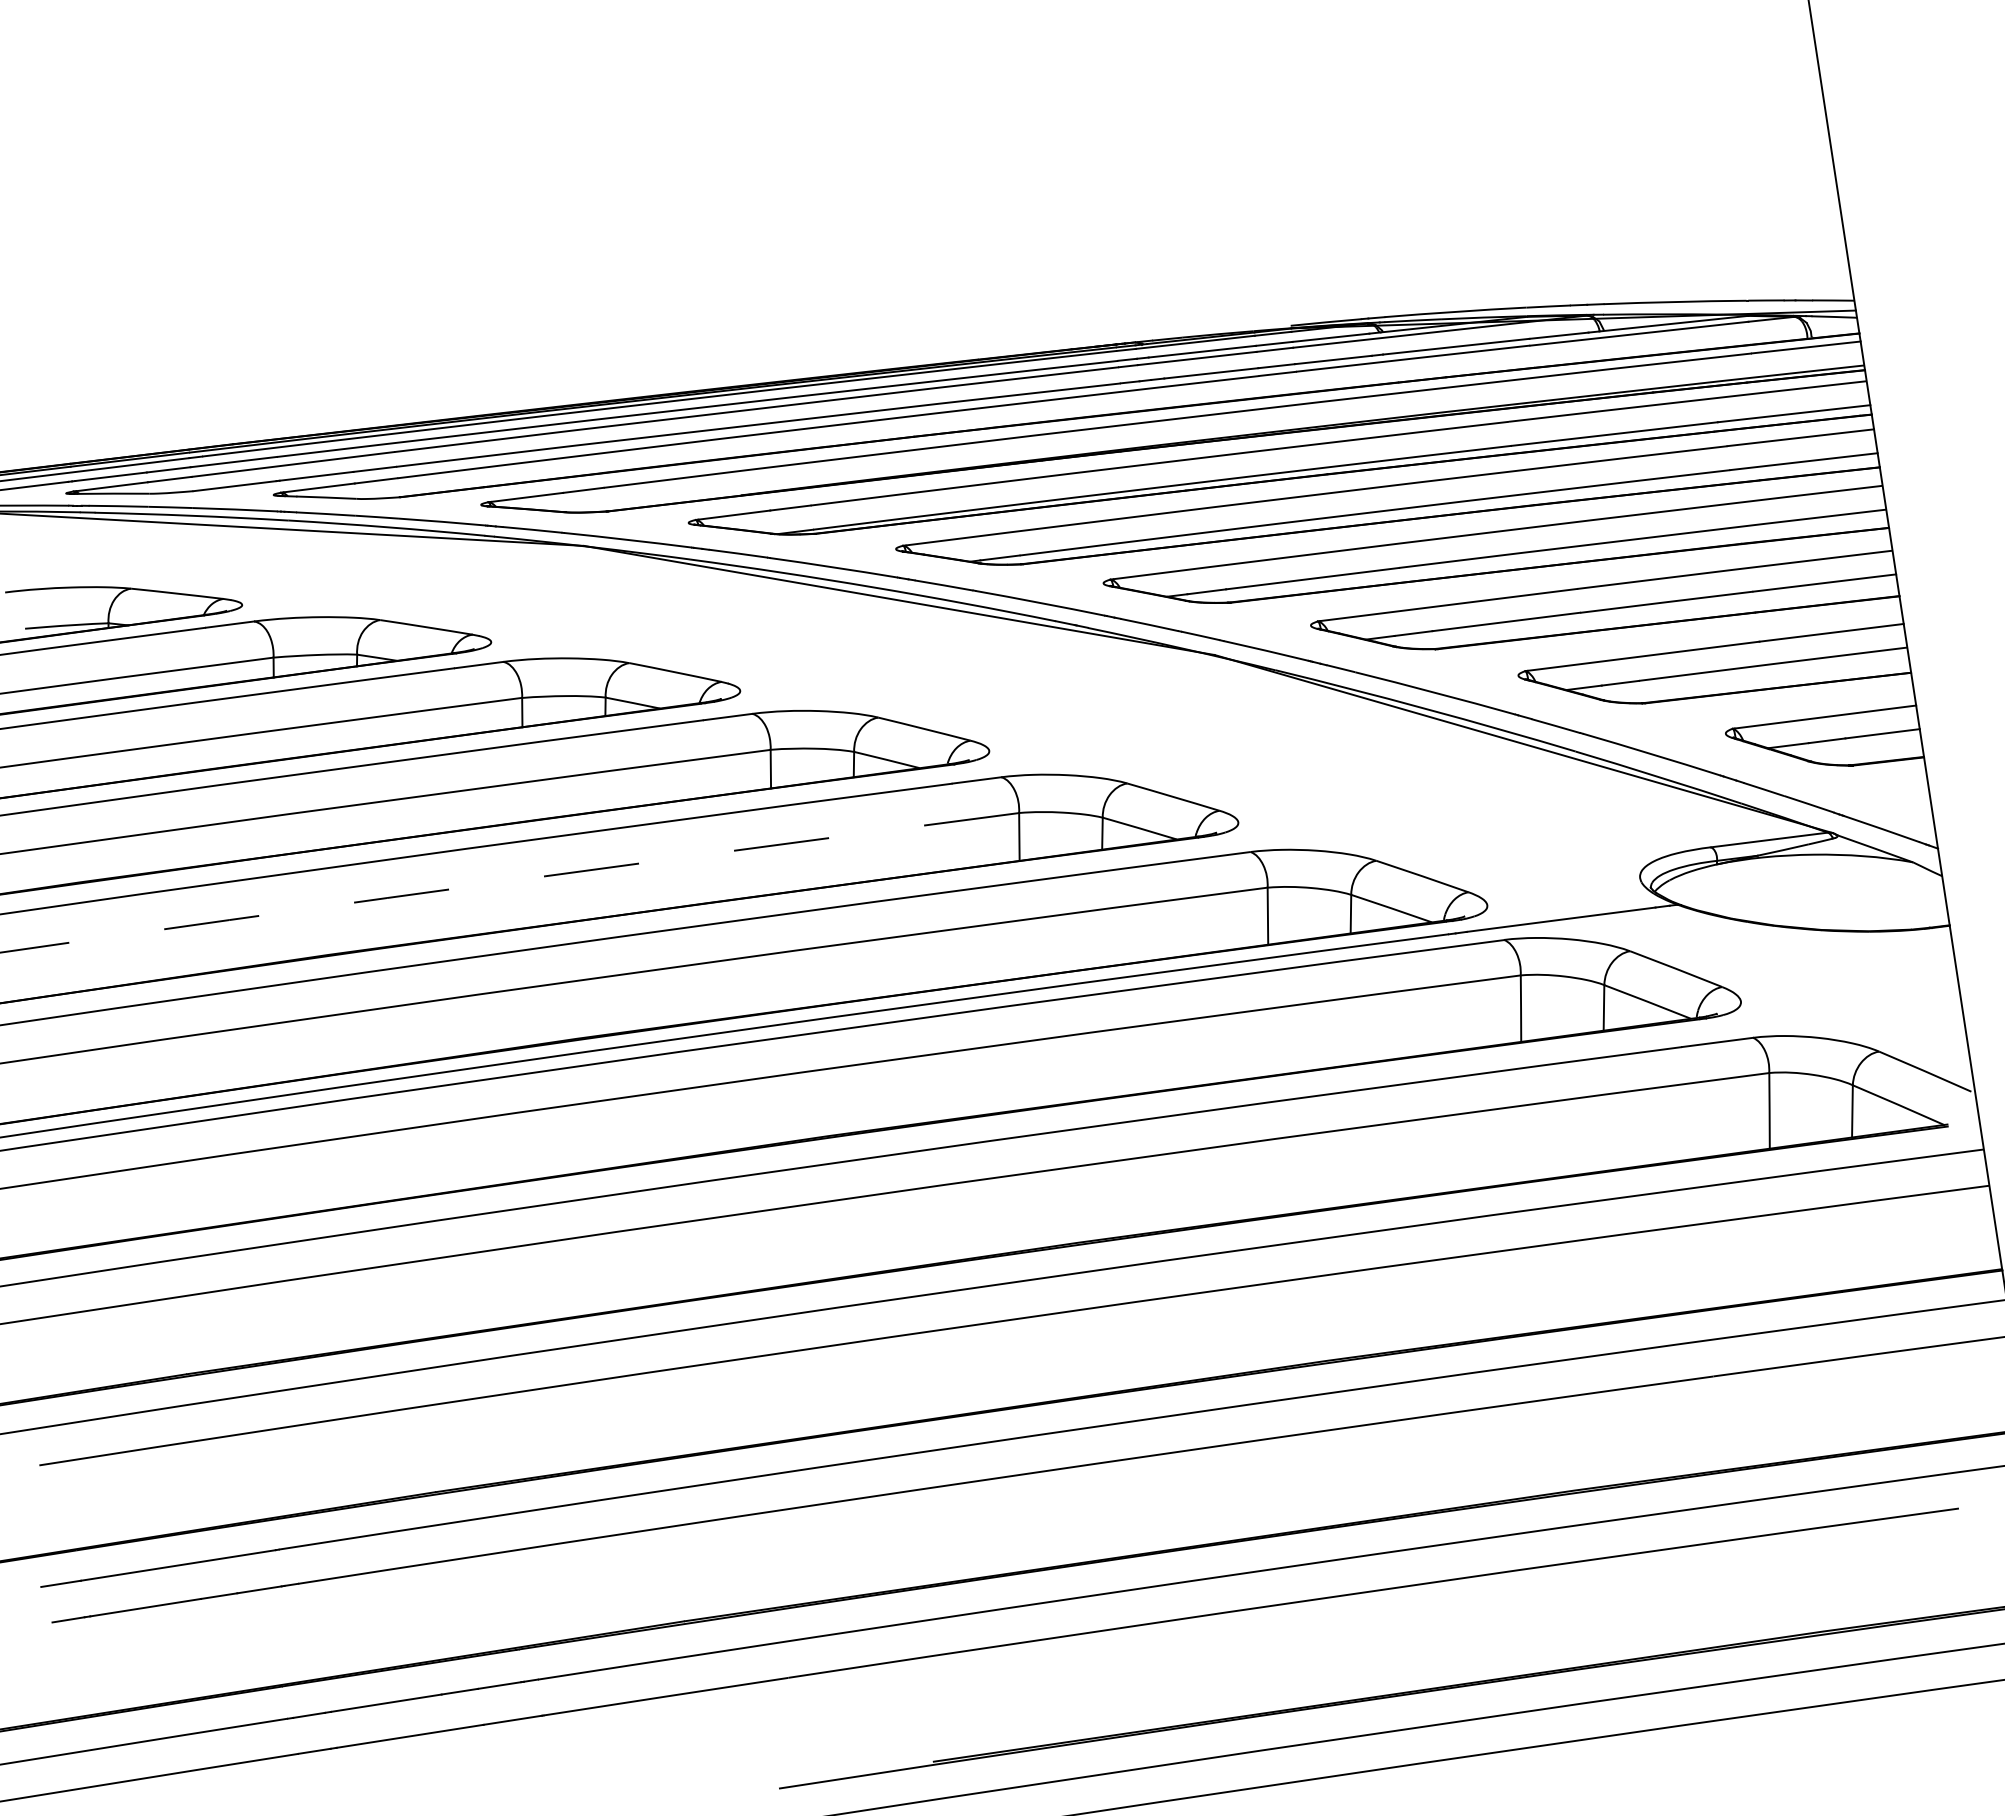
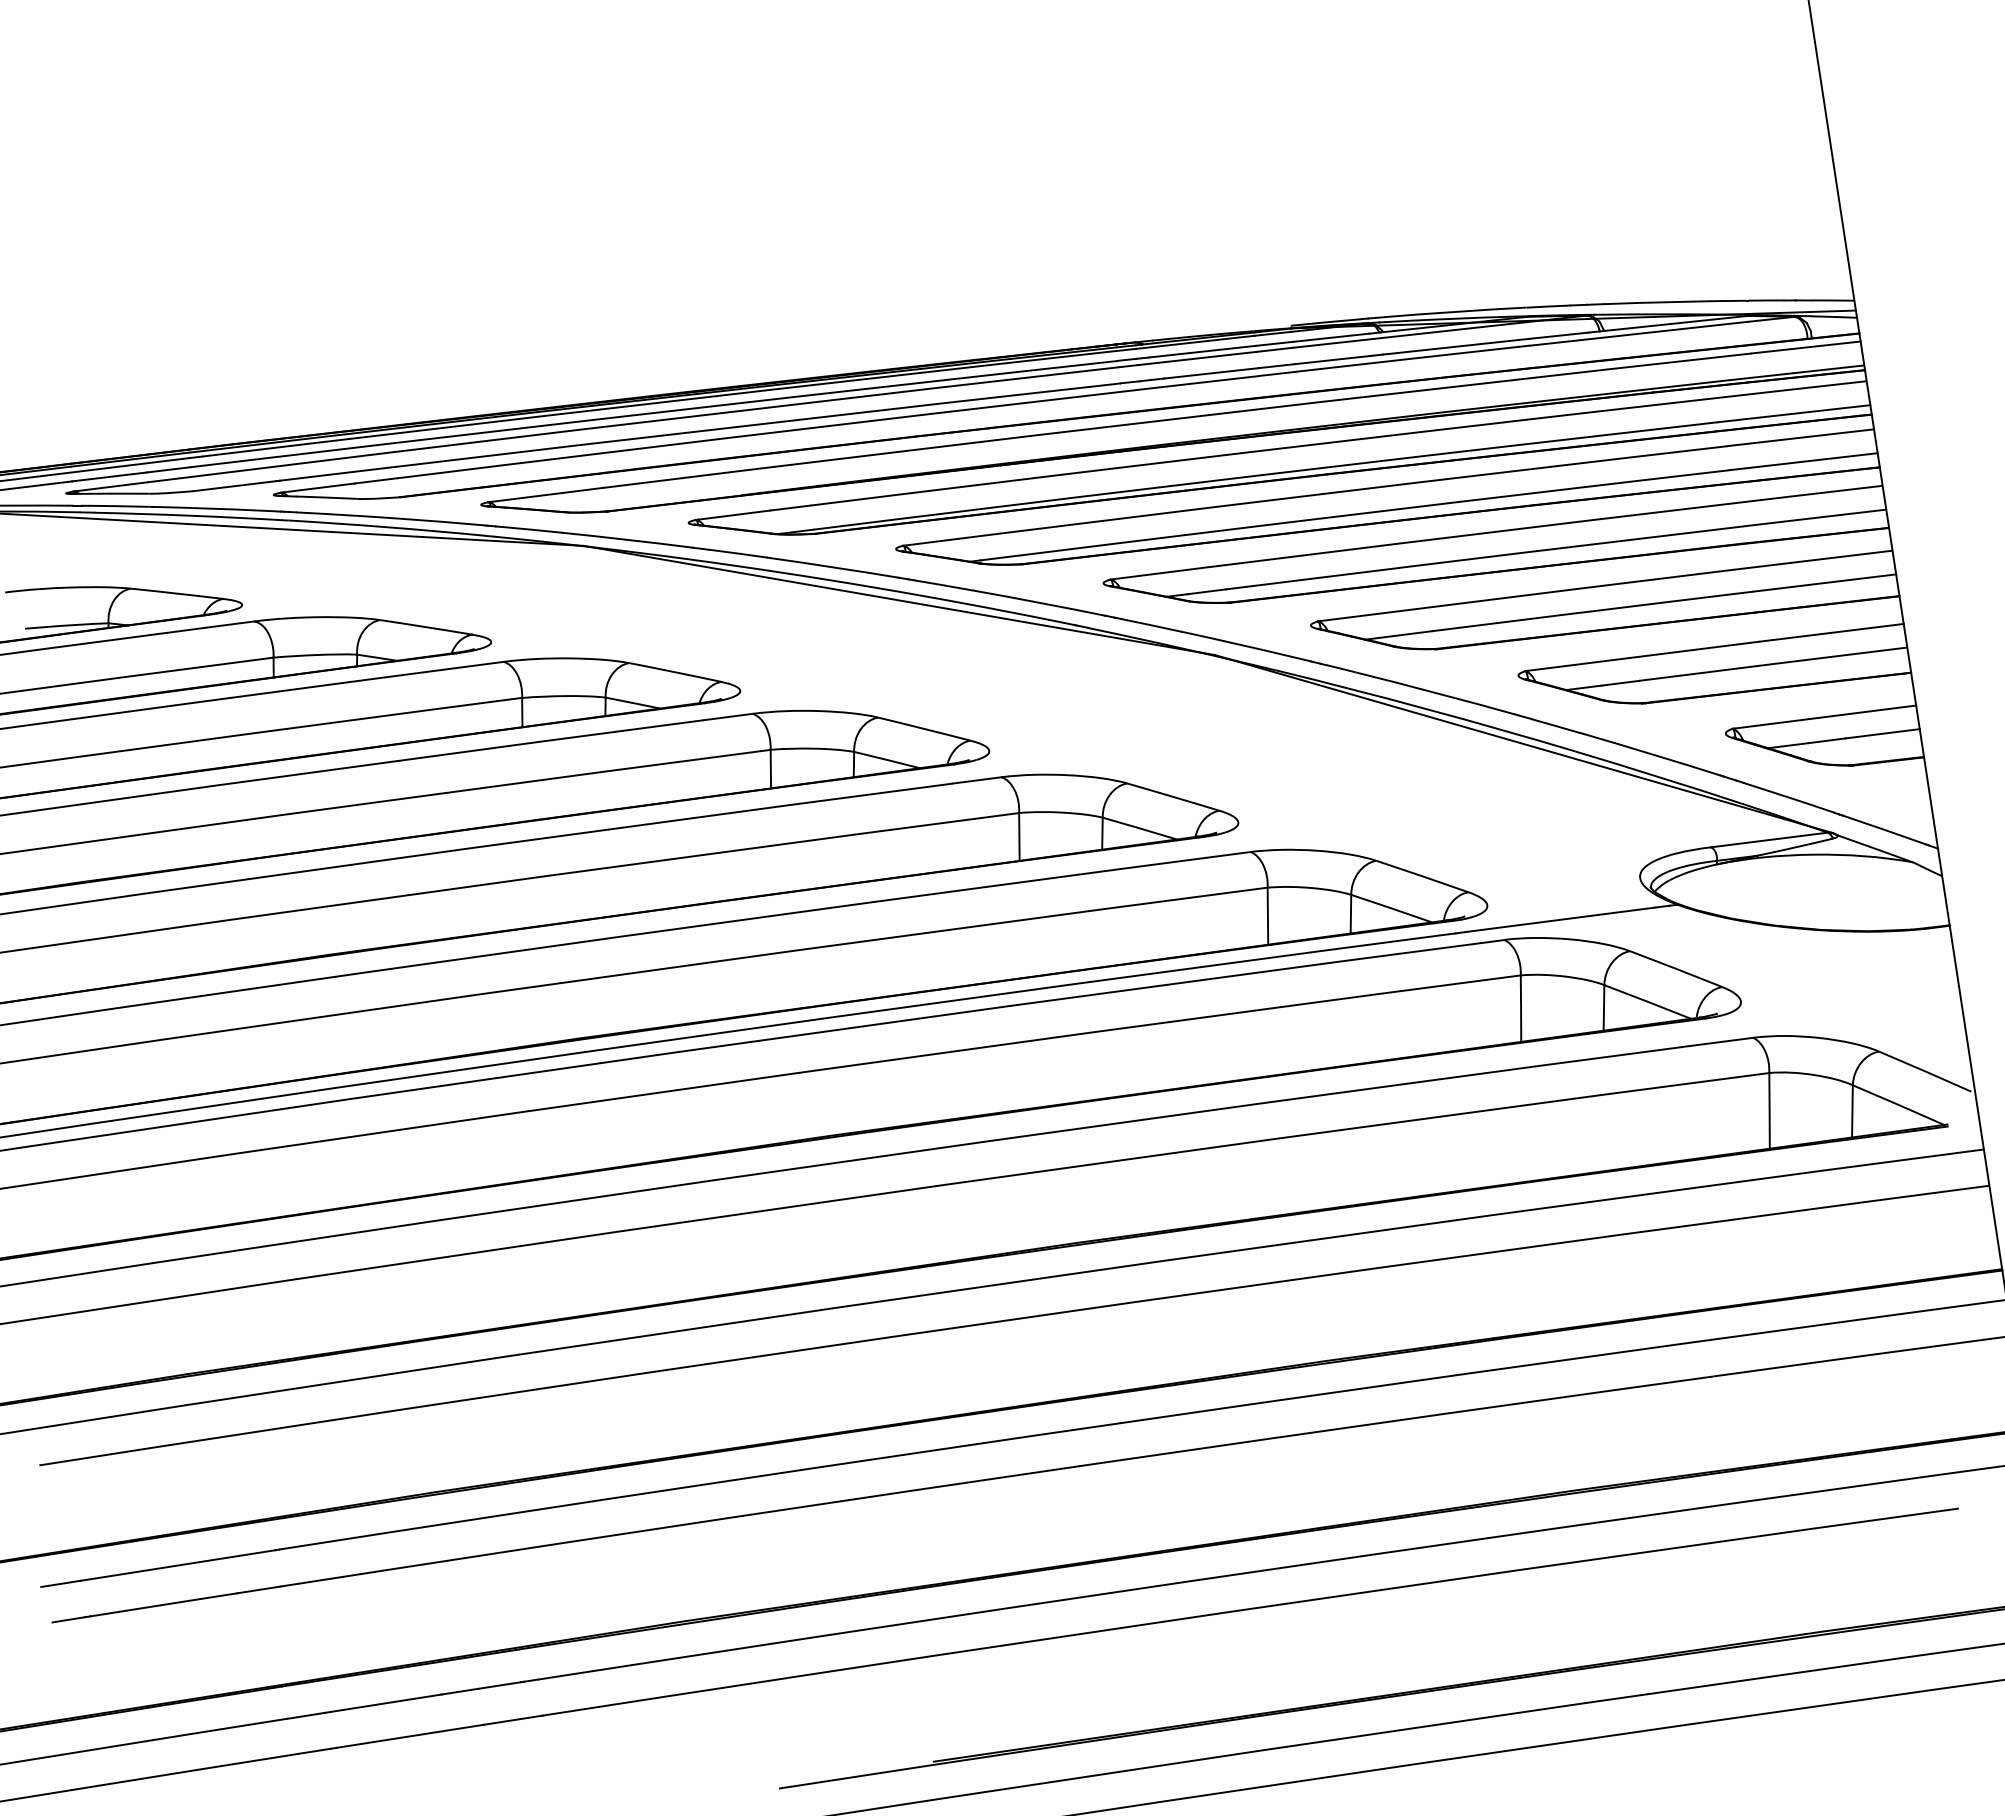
arc at (509, 881): dashed -> solid
